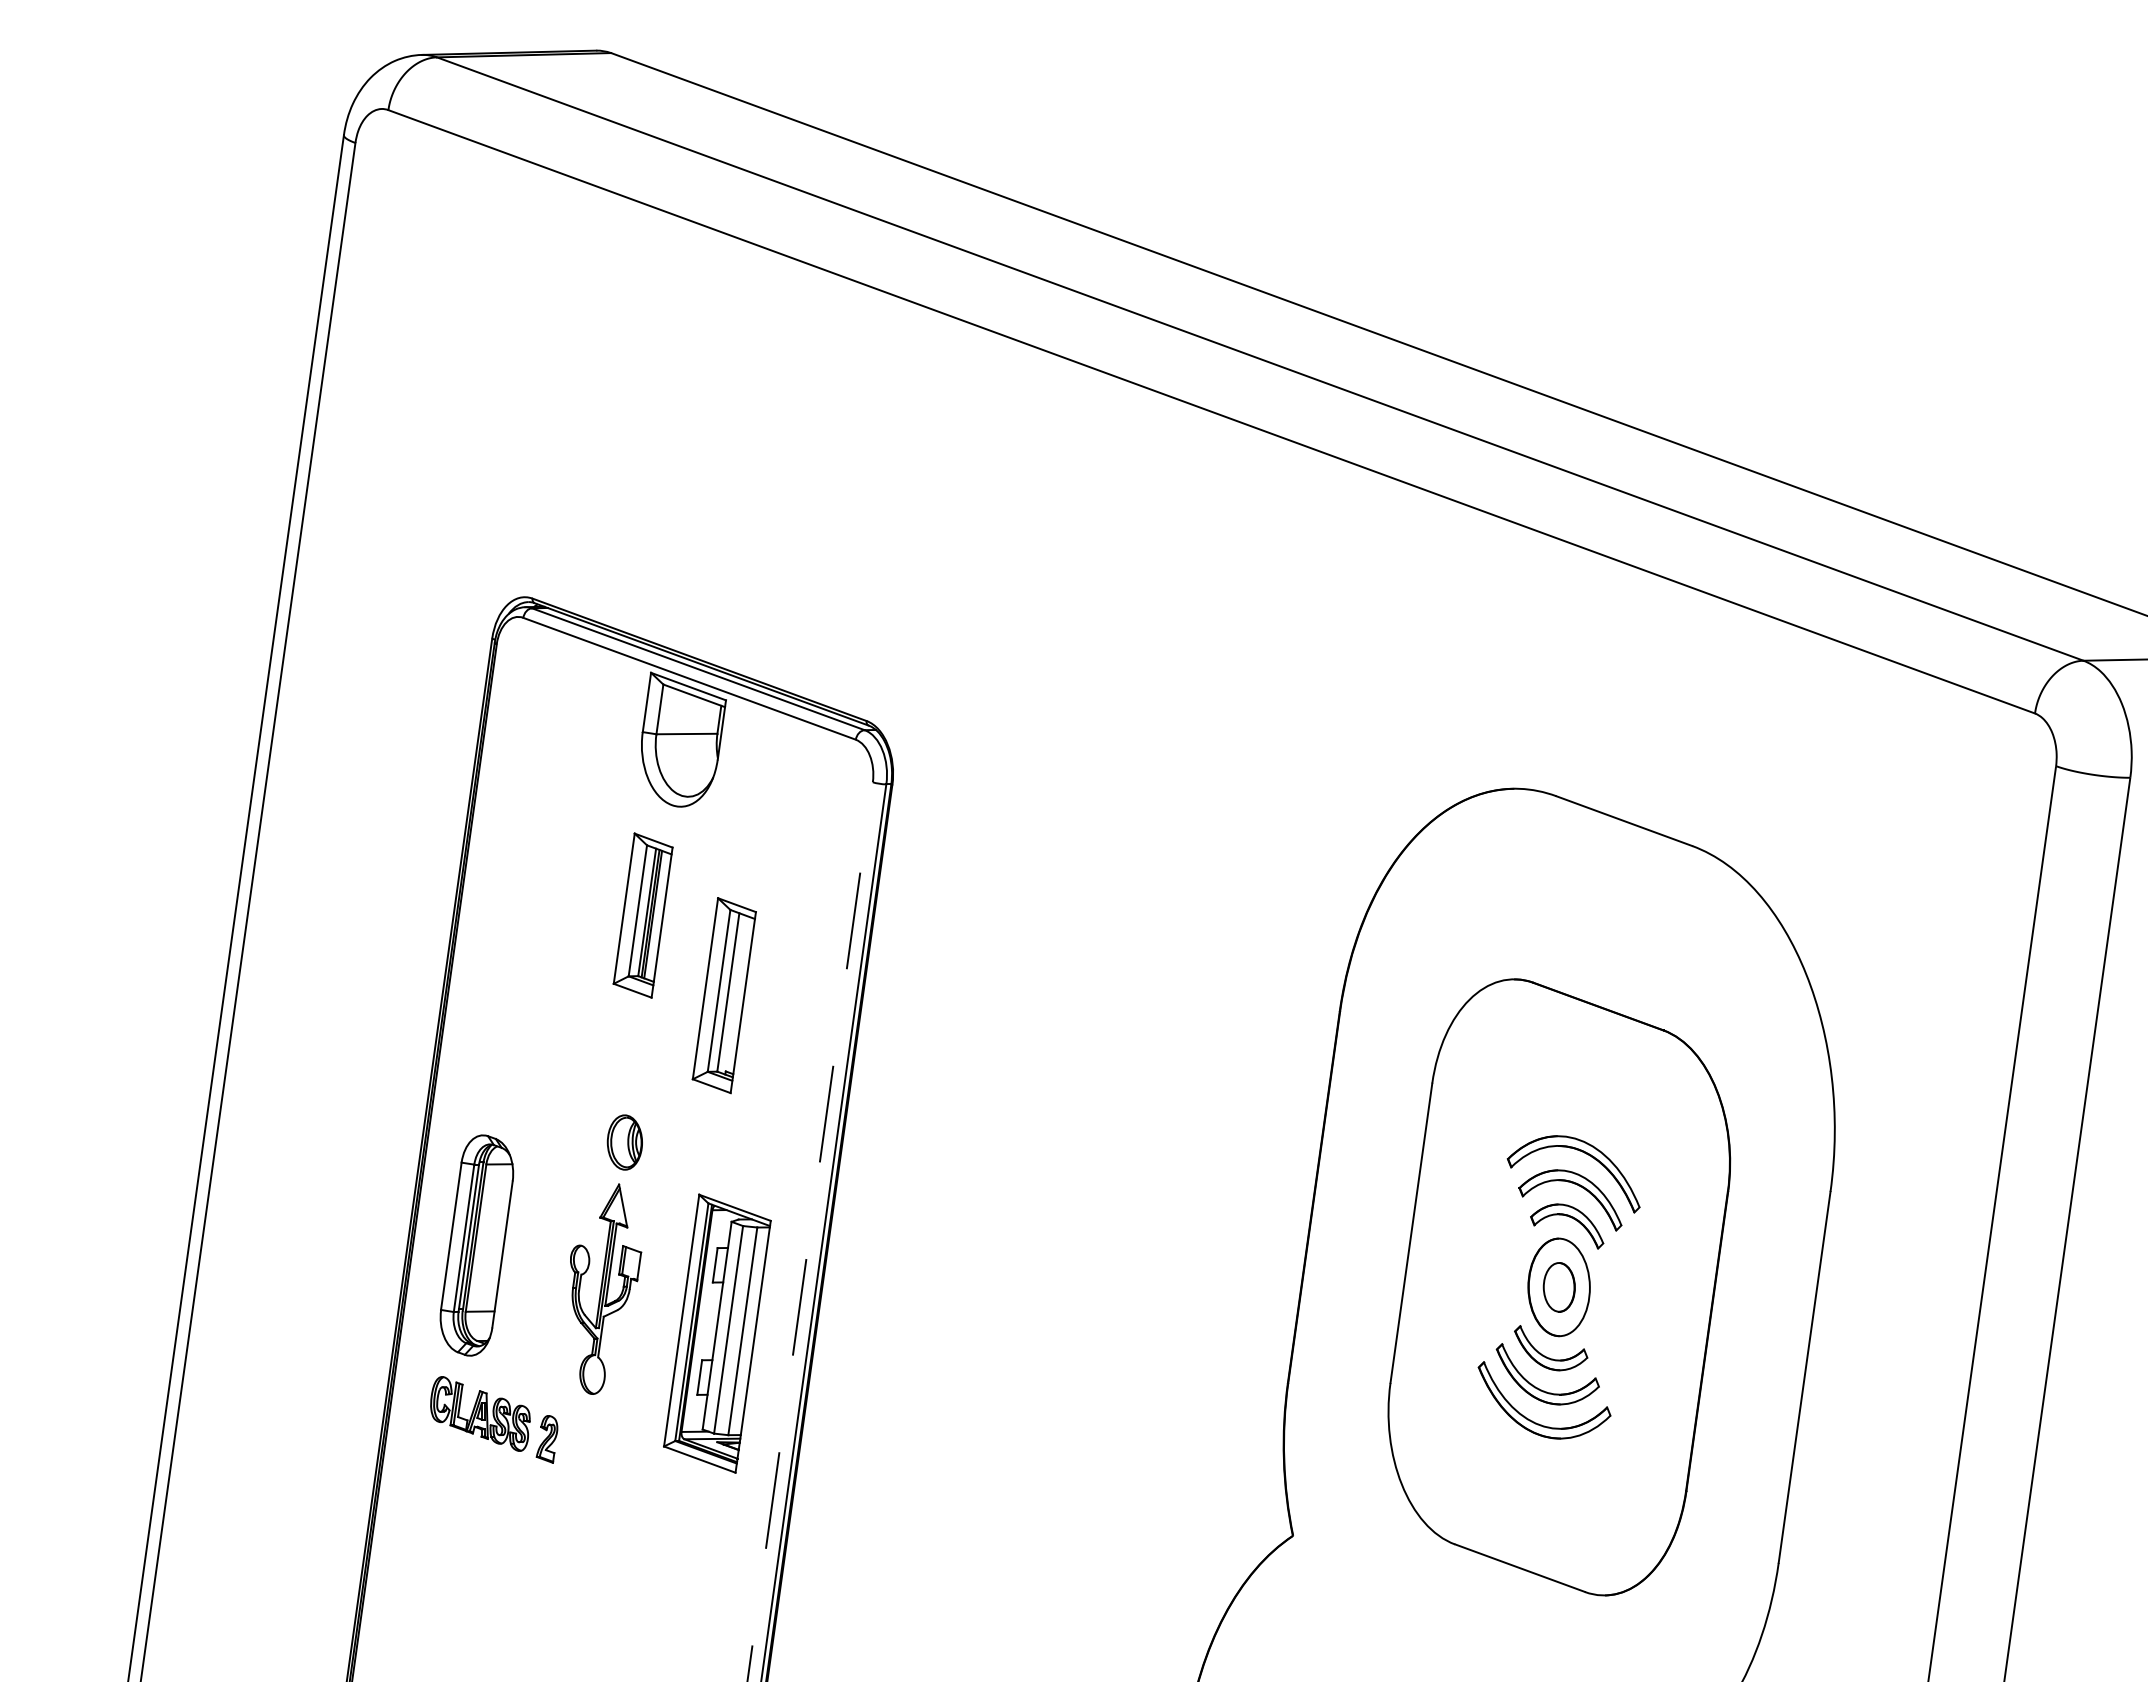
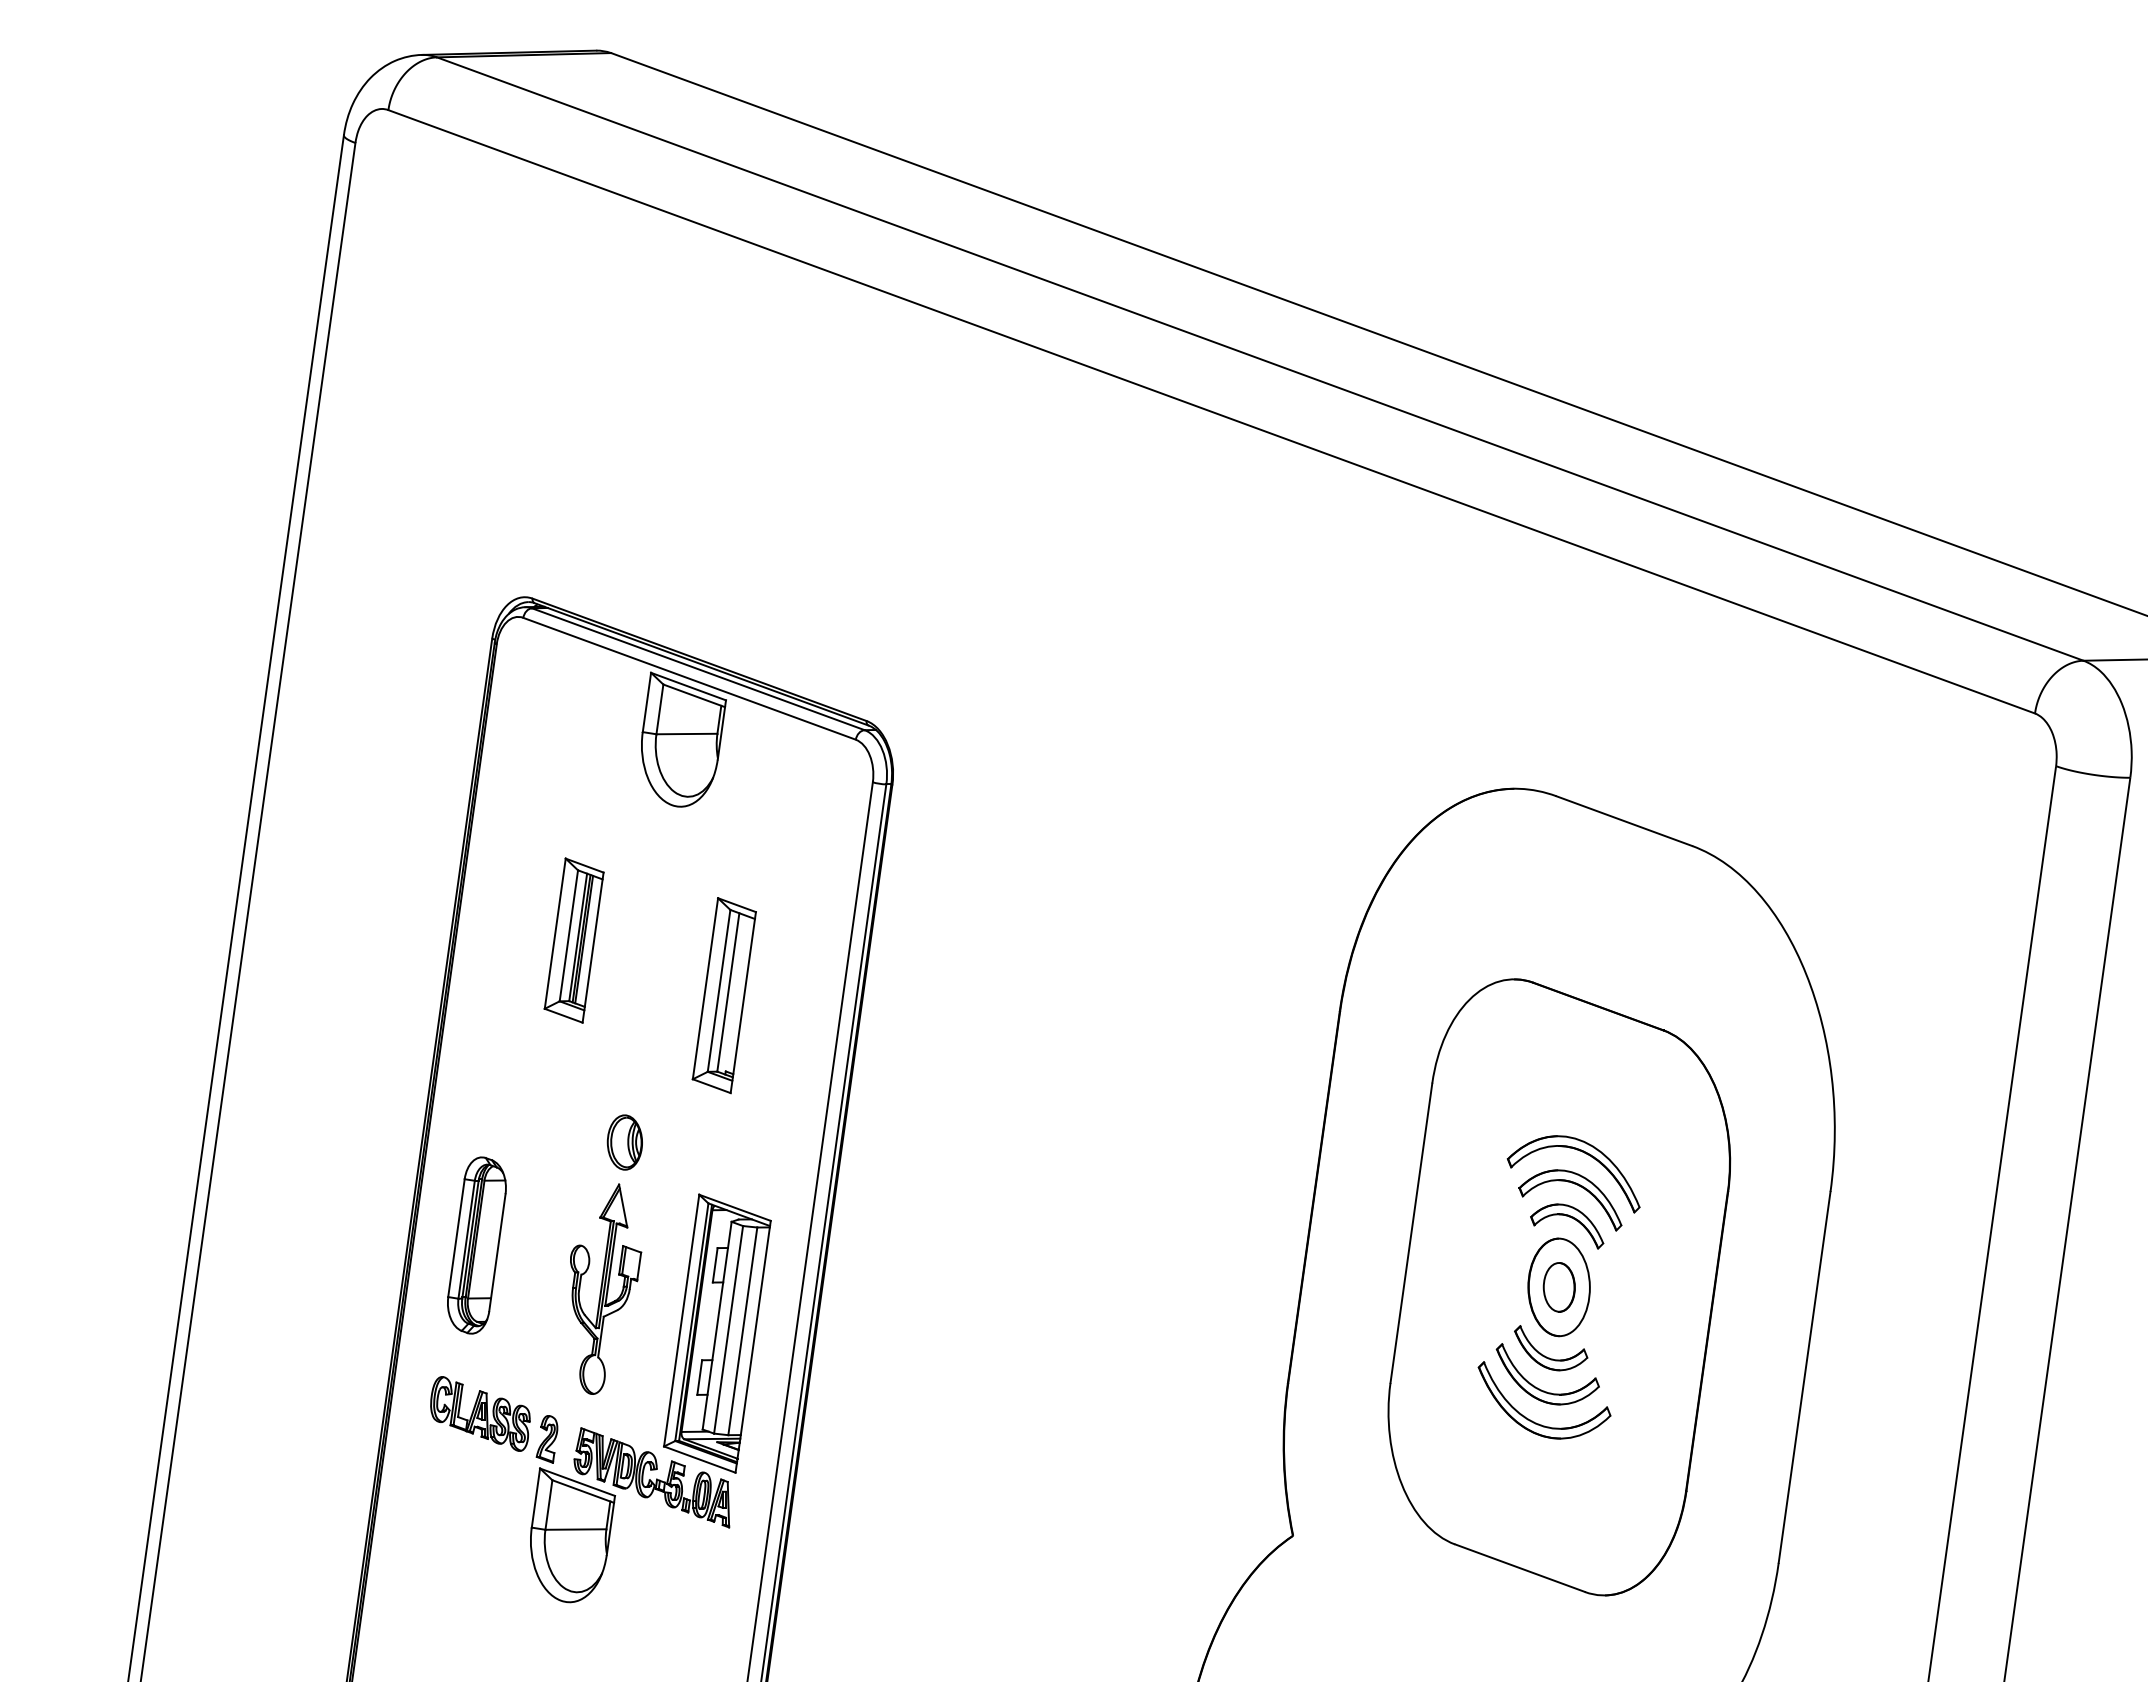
part at (642, 915) position: (642, 915) -> (573, 940)
line at (810, 1231): dashed -> solid
part at (476, 1245) size: 76x223 px -> 60x179 px
part at (613, 1515): none -> present
